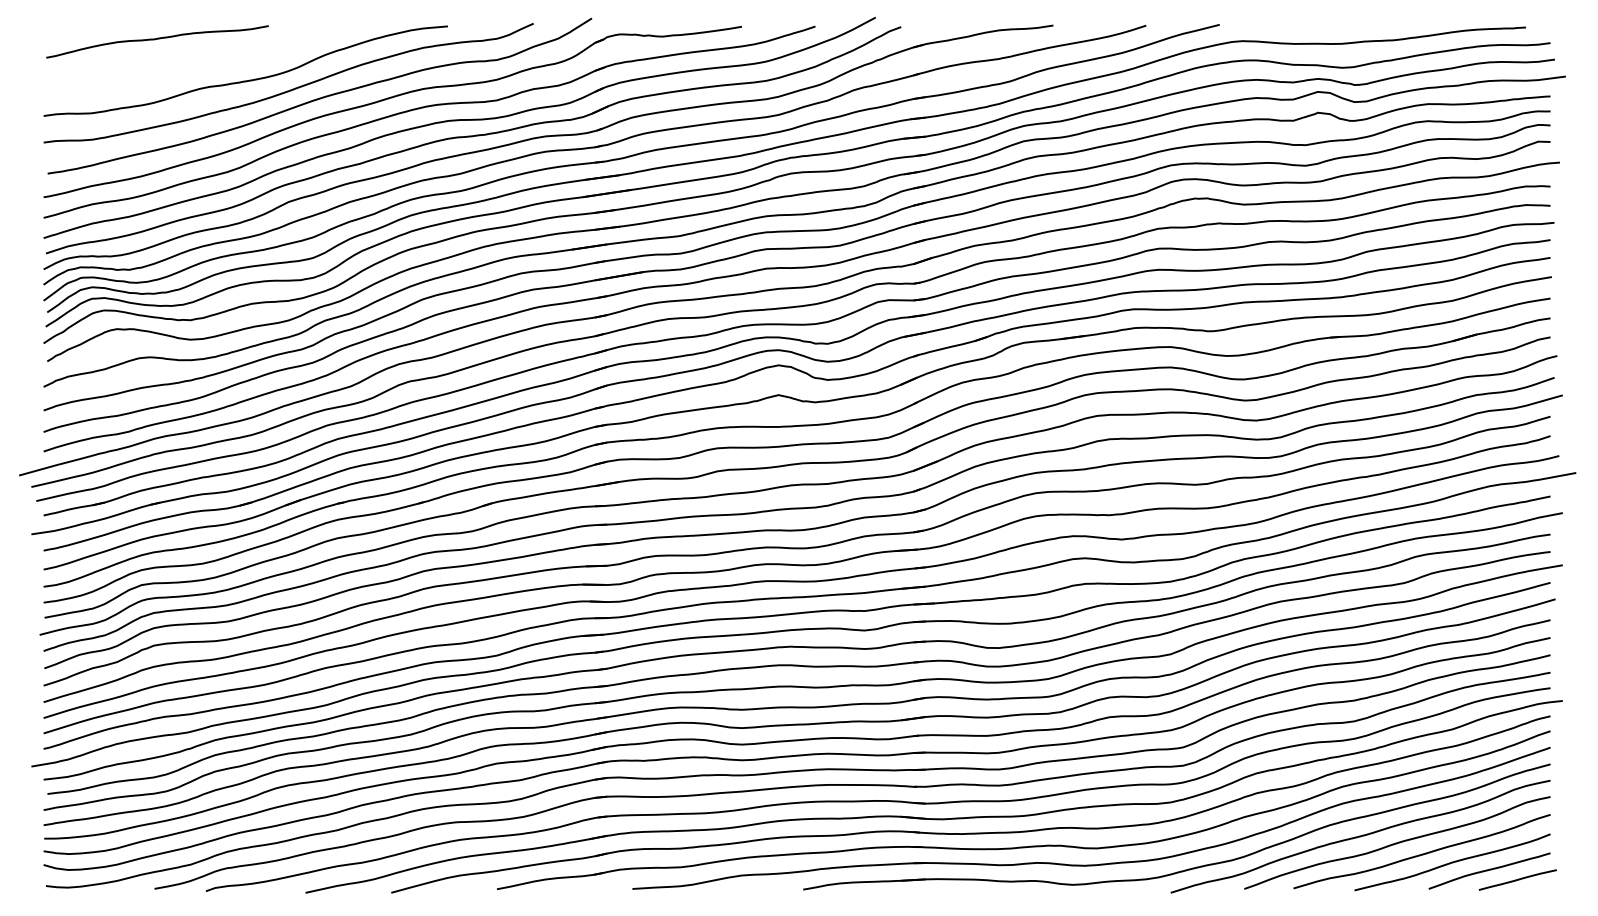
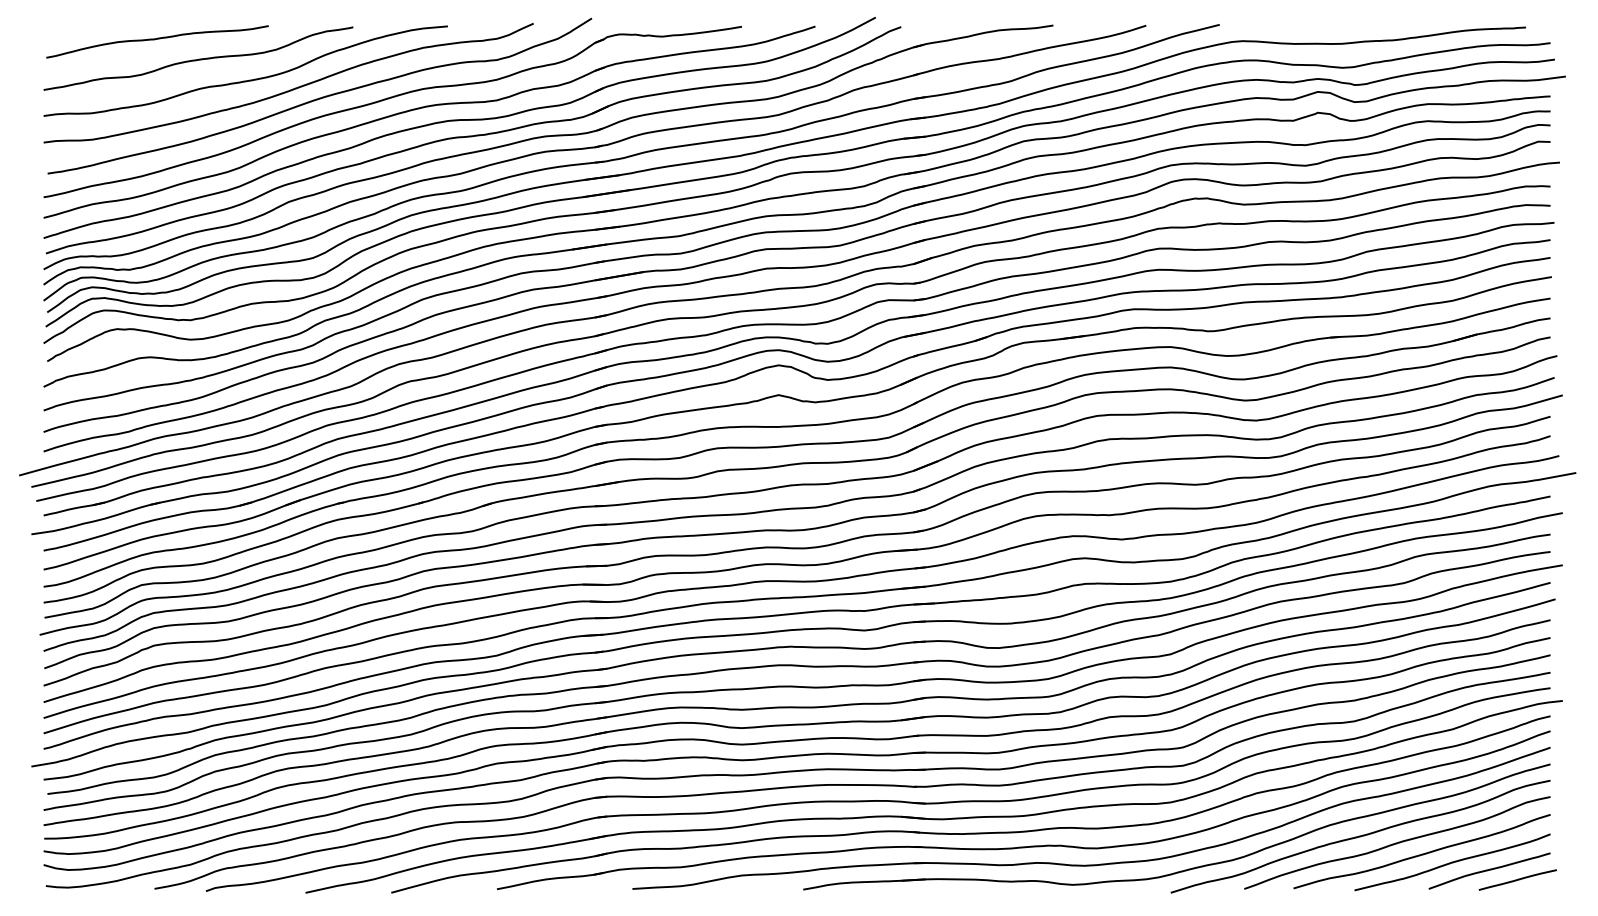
curve at (199, 58): none -> present
